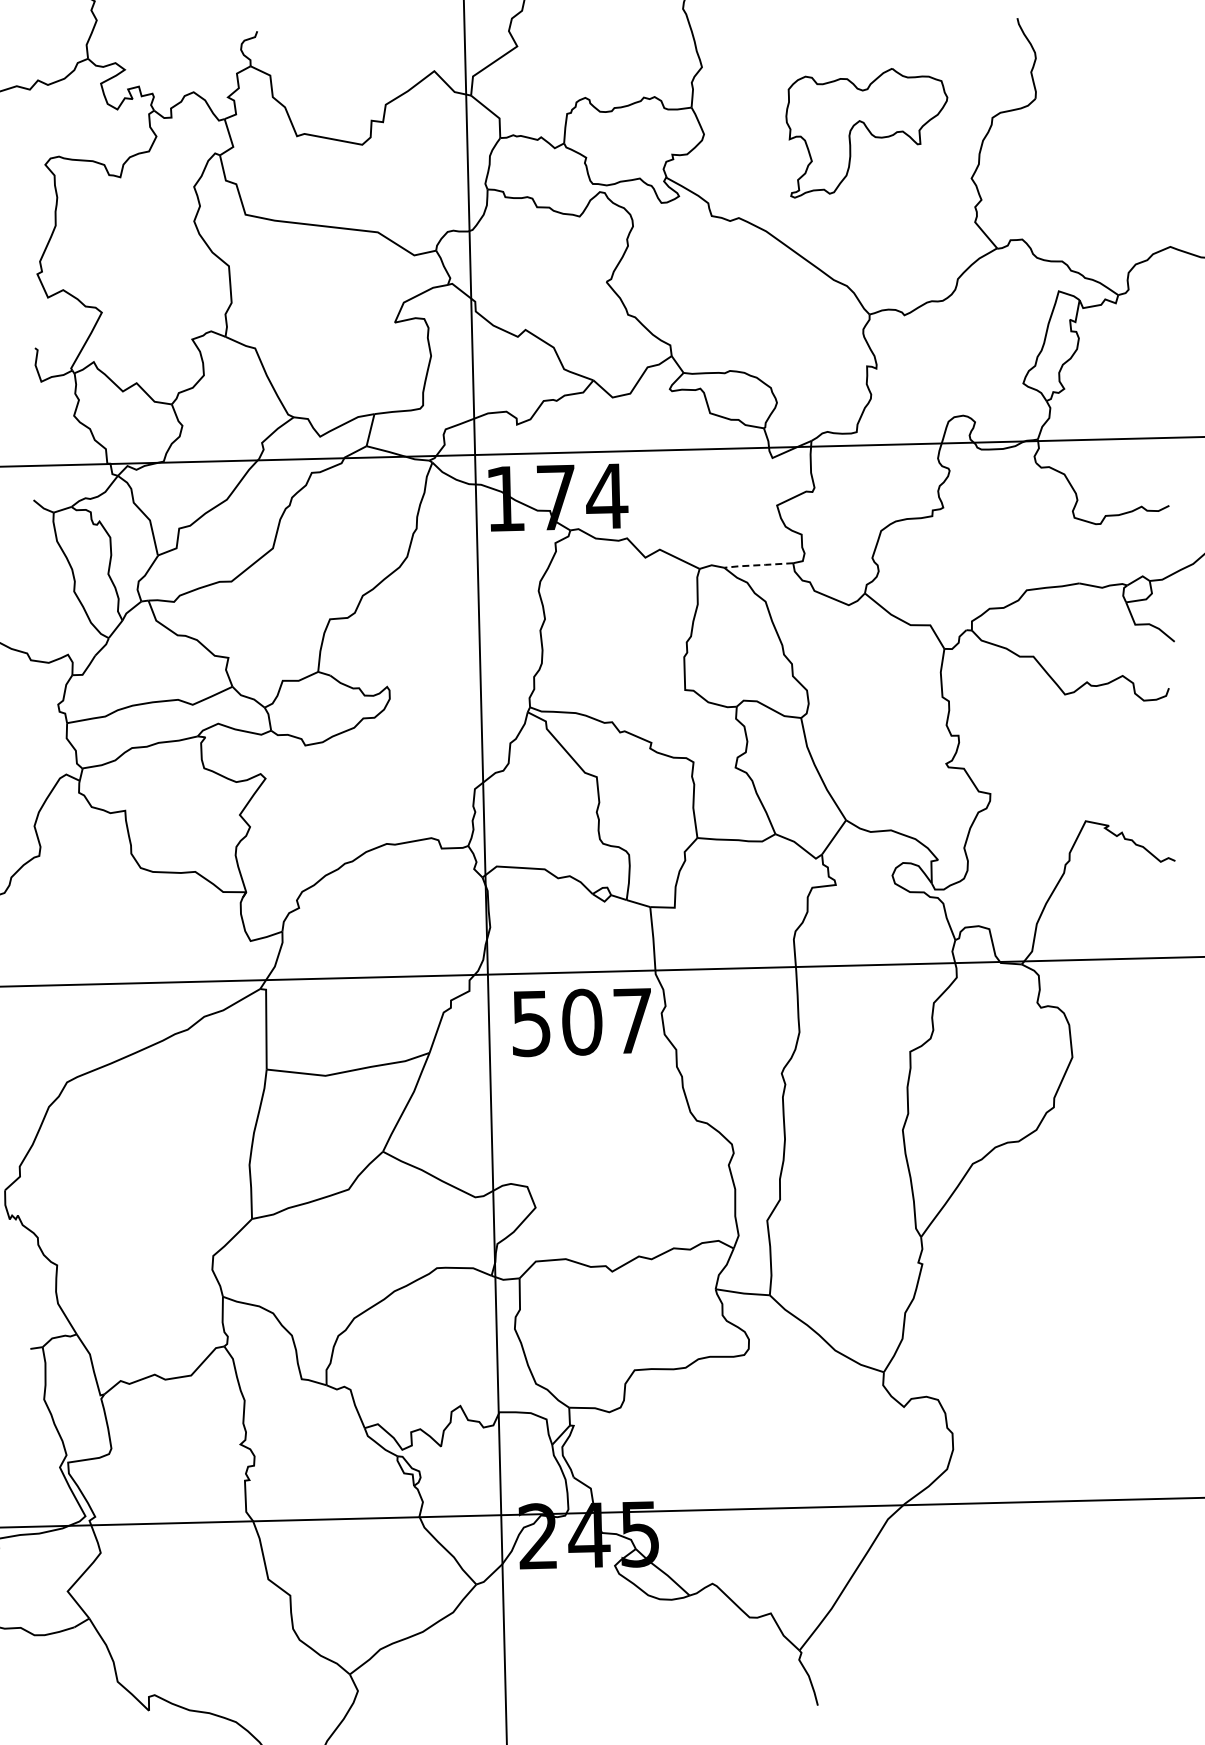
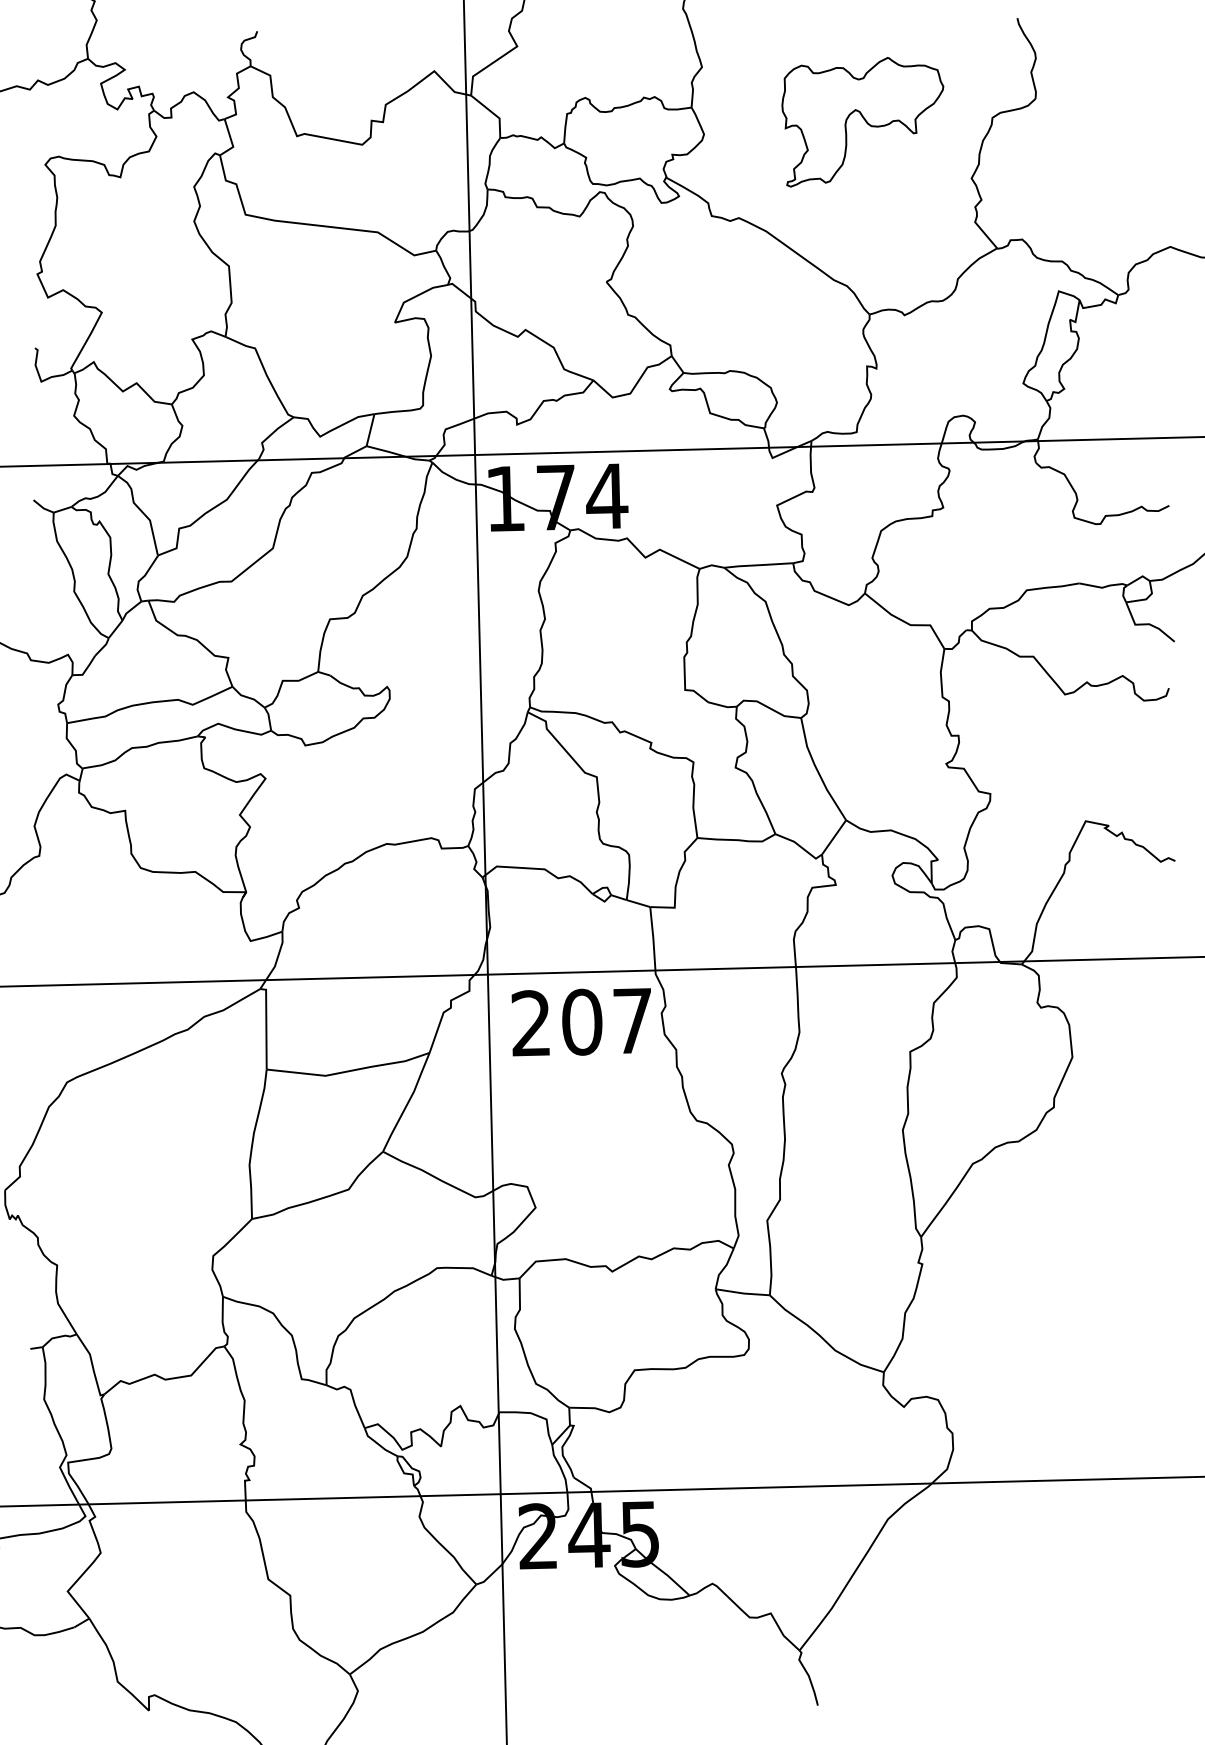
part at (866, 133) position: (866, 133) -> (862, 122)
line at (757, 565): dashed -> solid
text at (530, 1023): 507 -> 207
line at (601, 1512) position: (601, 1512) -> (601, 1491)
